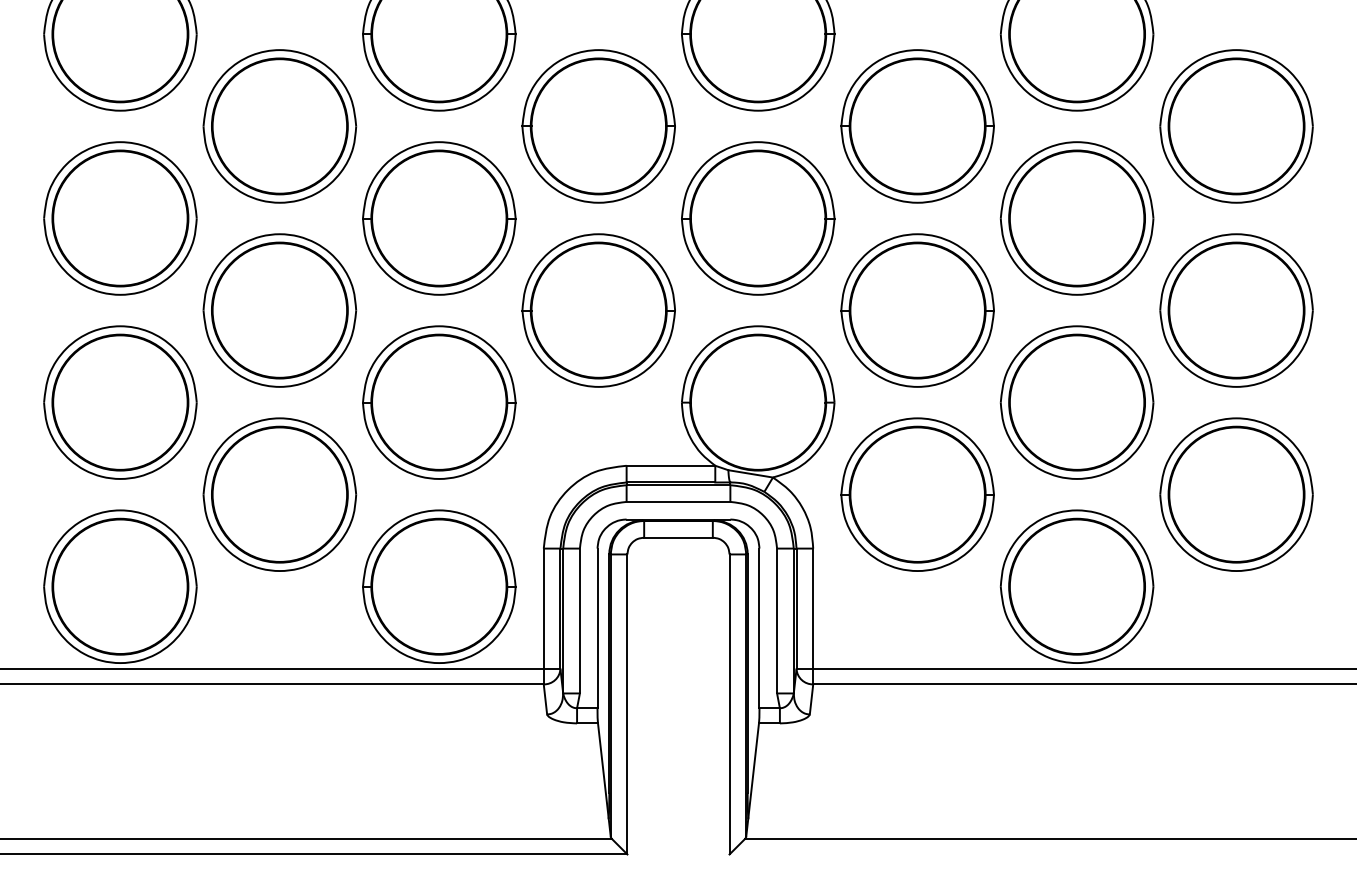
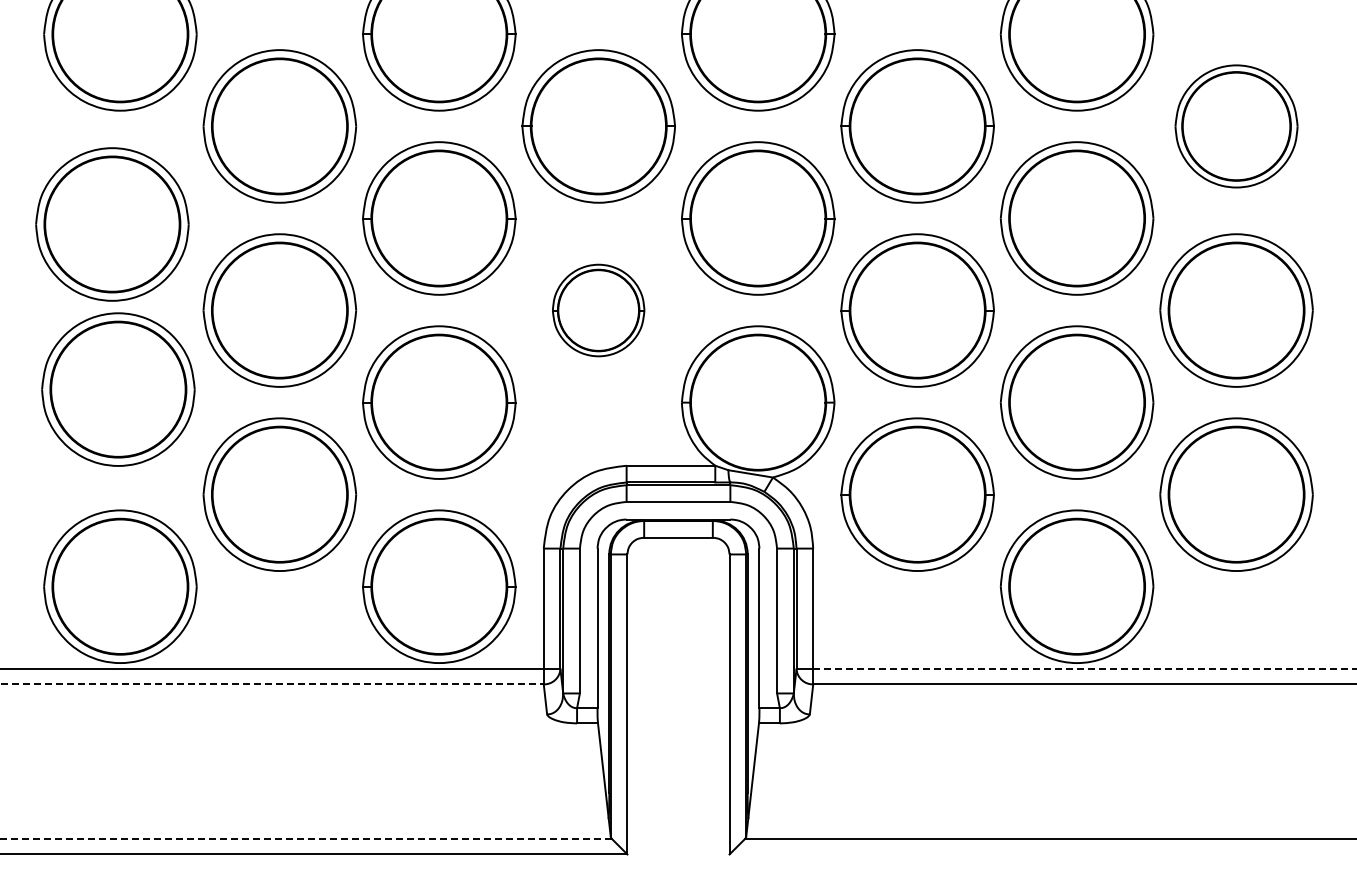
part at (1236, 126) size: 155x155 px -> 125x125 px
part at (120, 218) position: (120, 218) -> (112, 224)
part at (598, 310) size: 155x155 px -> 94x95 px
part at (120, 402) position: (120, 402) -> (118, 389)
line at (1085, 669): solid -> dashed
line at (271, 684): solid -> dashed
line at (306, 839): solid -> dashed
